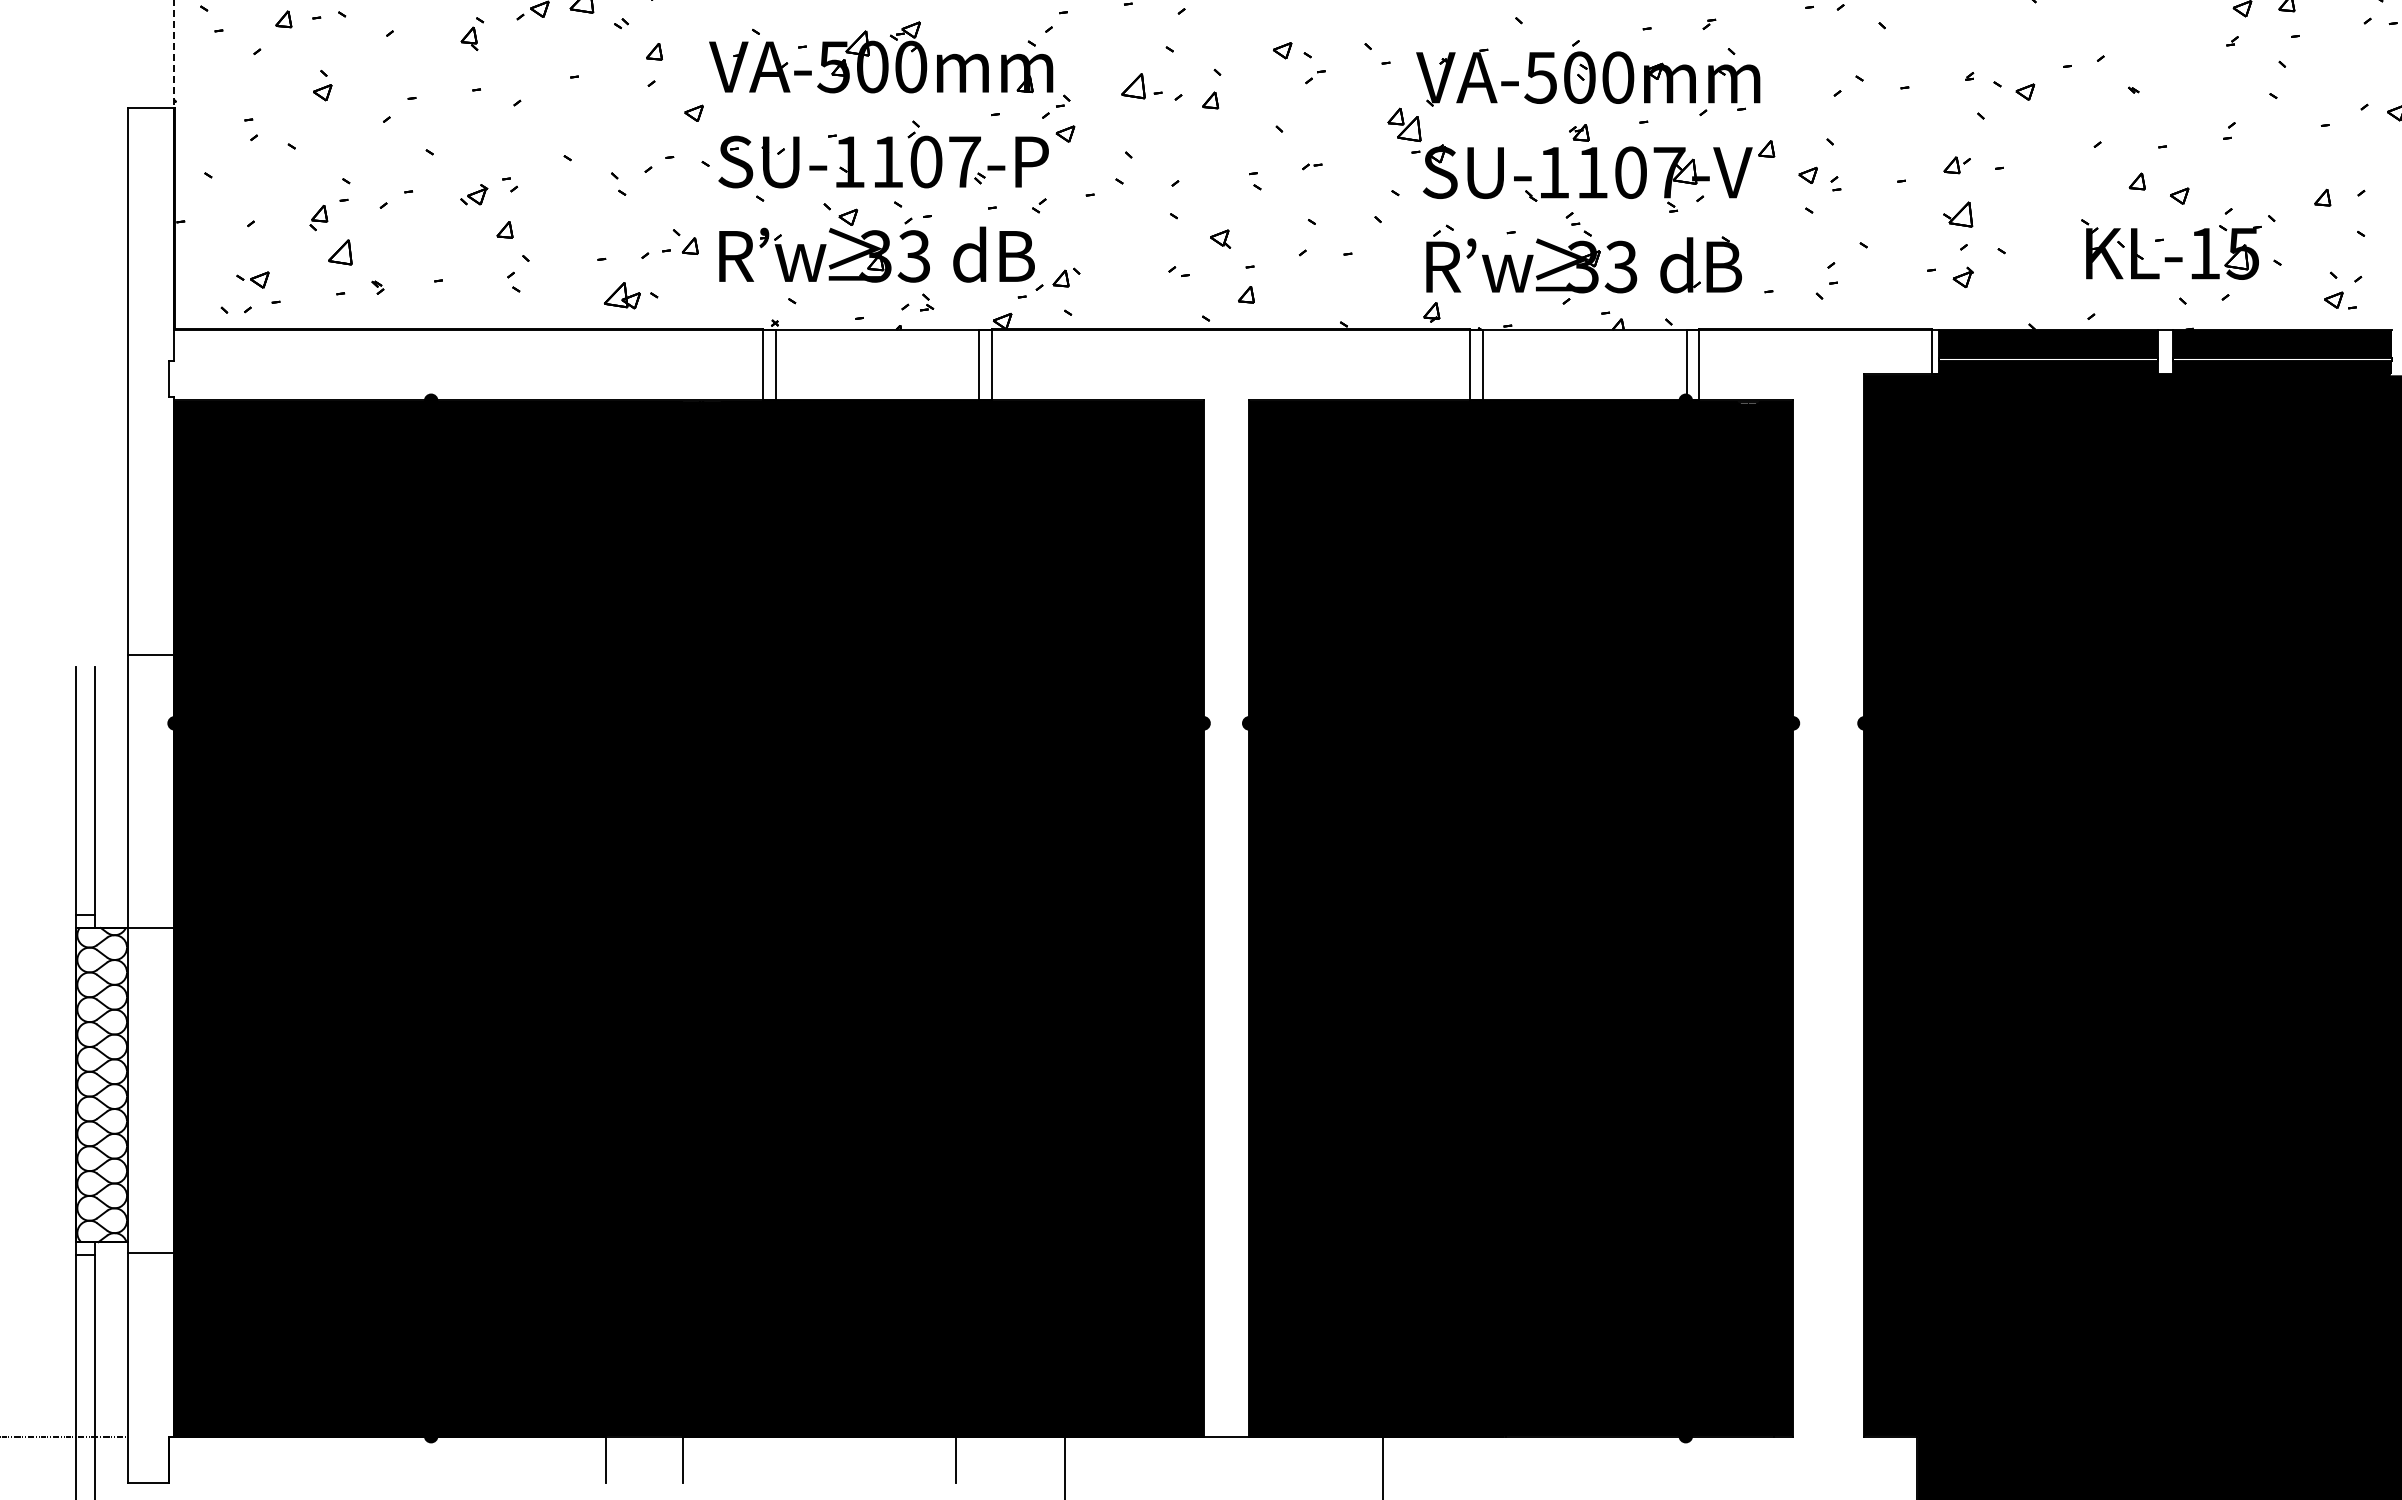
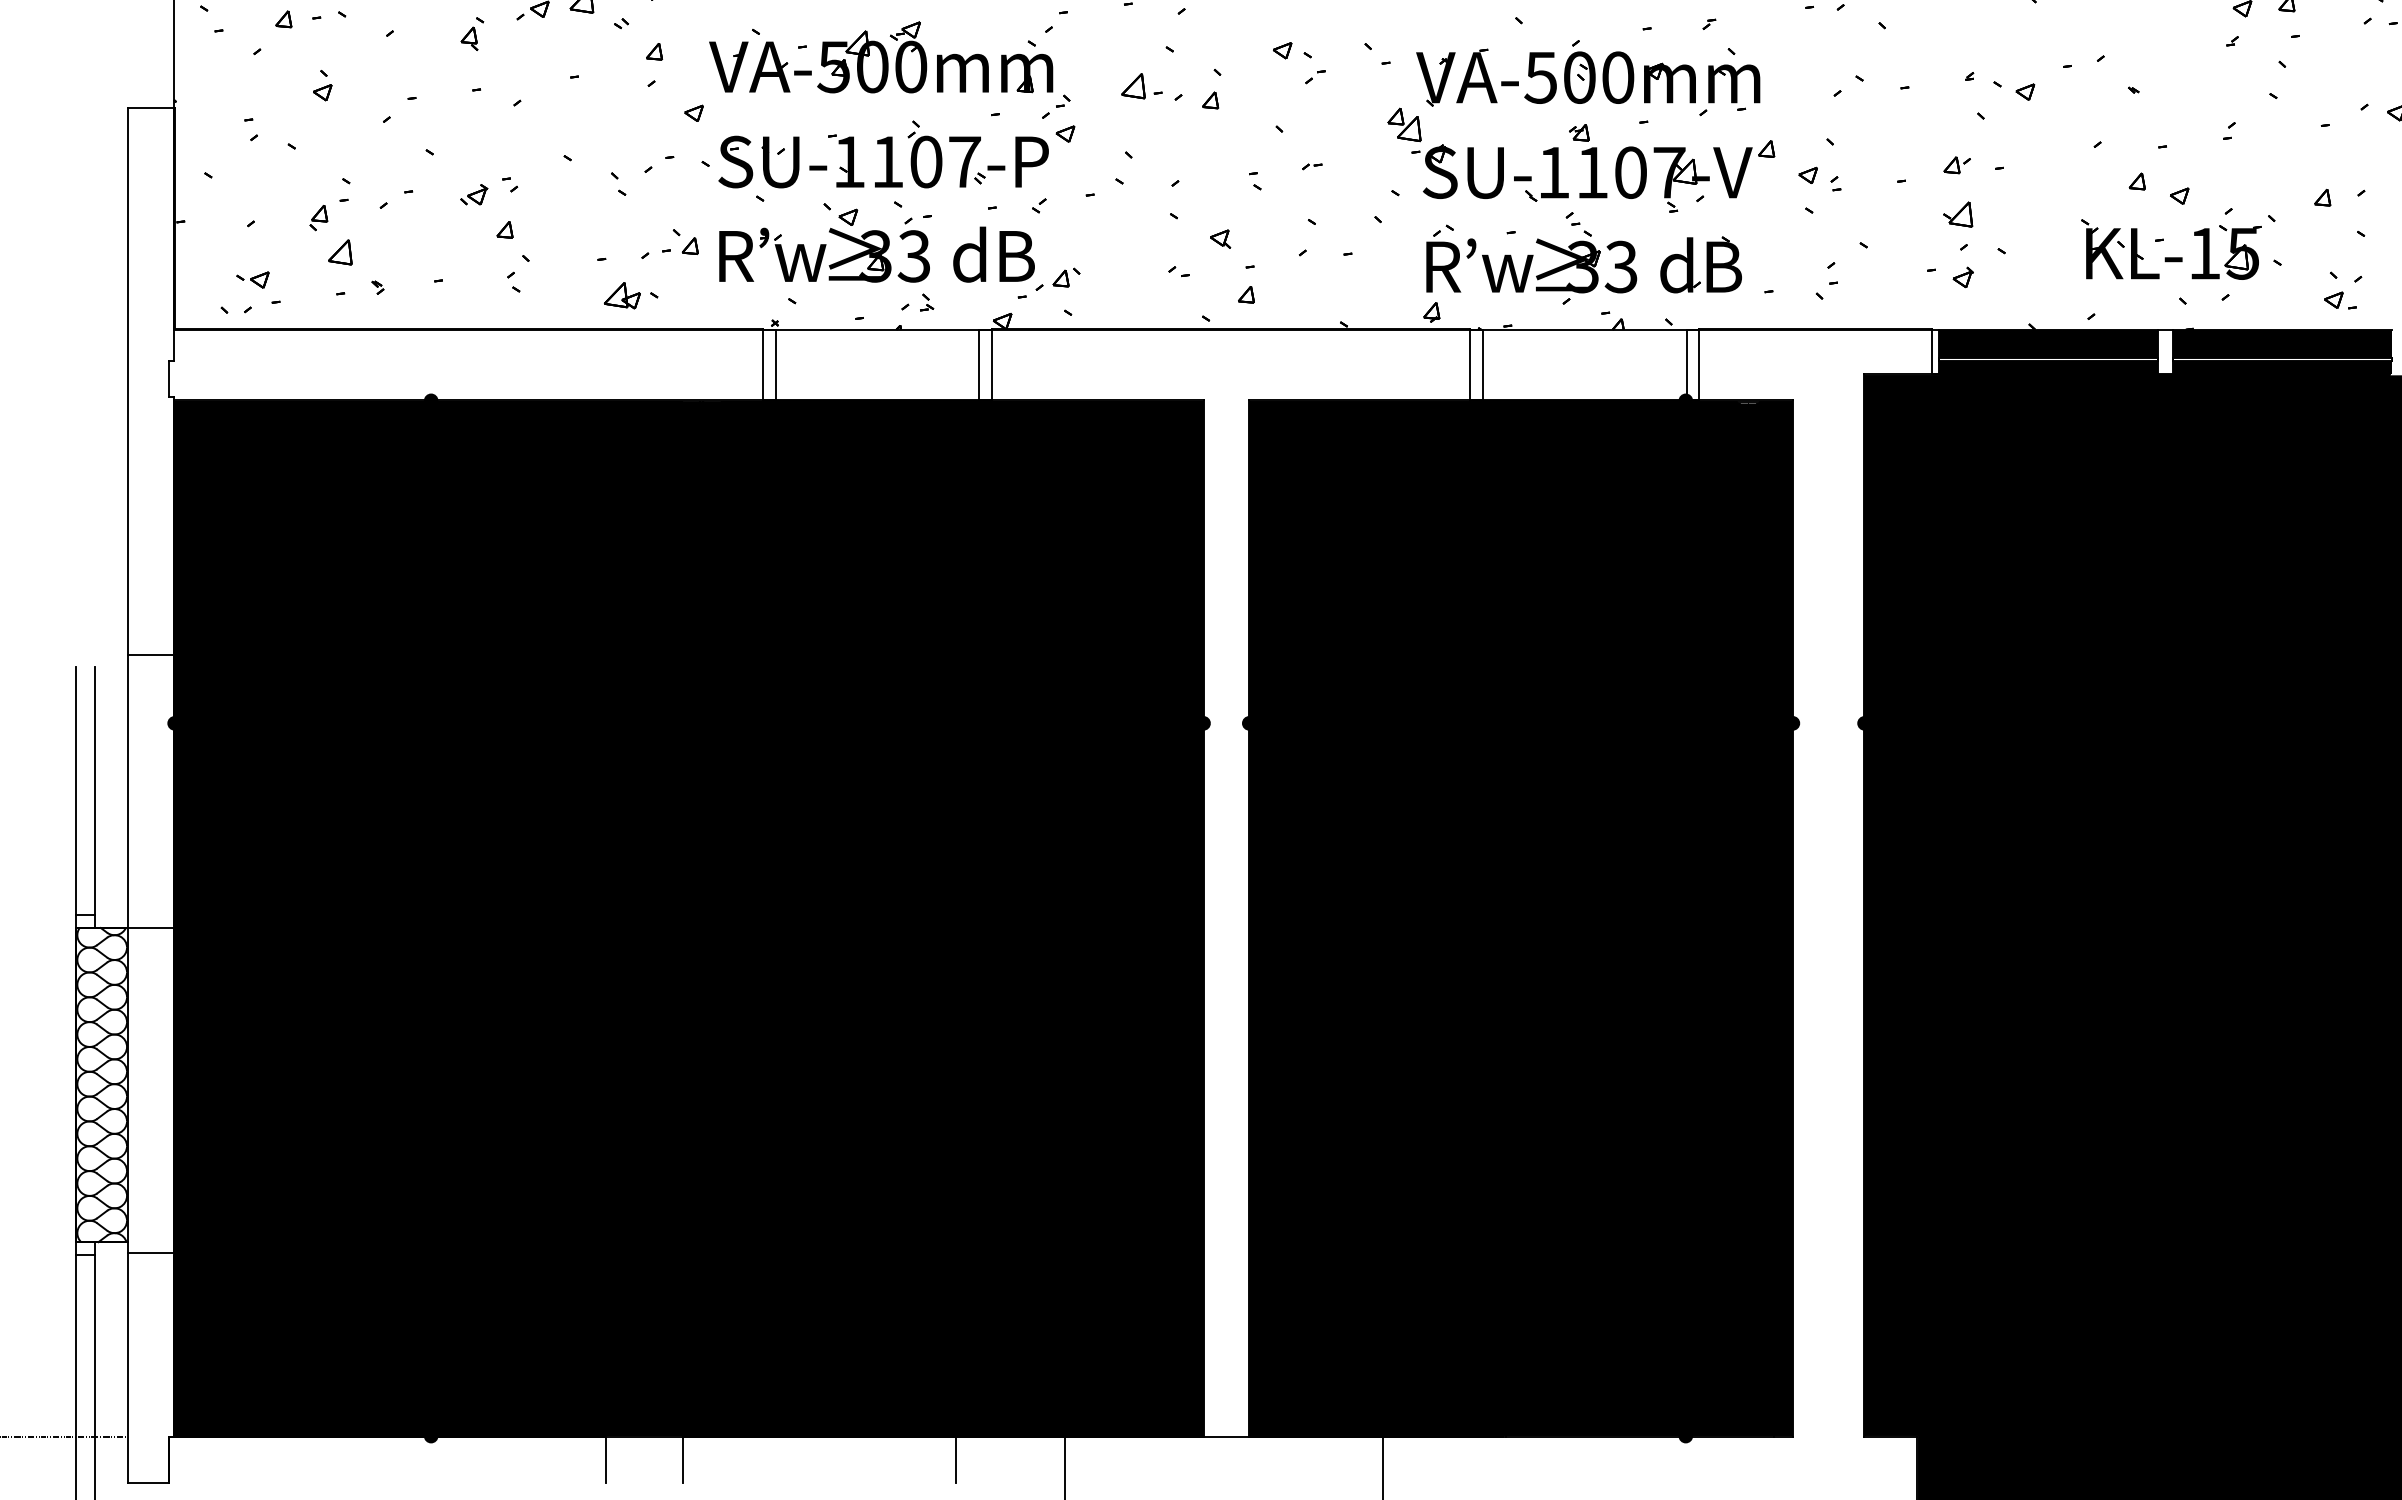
line at (174, 54): dashed -> solid
